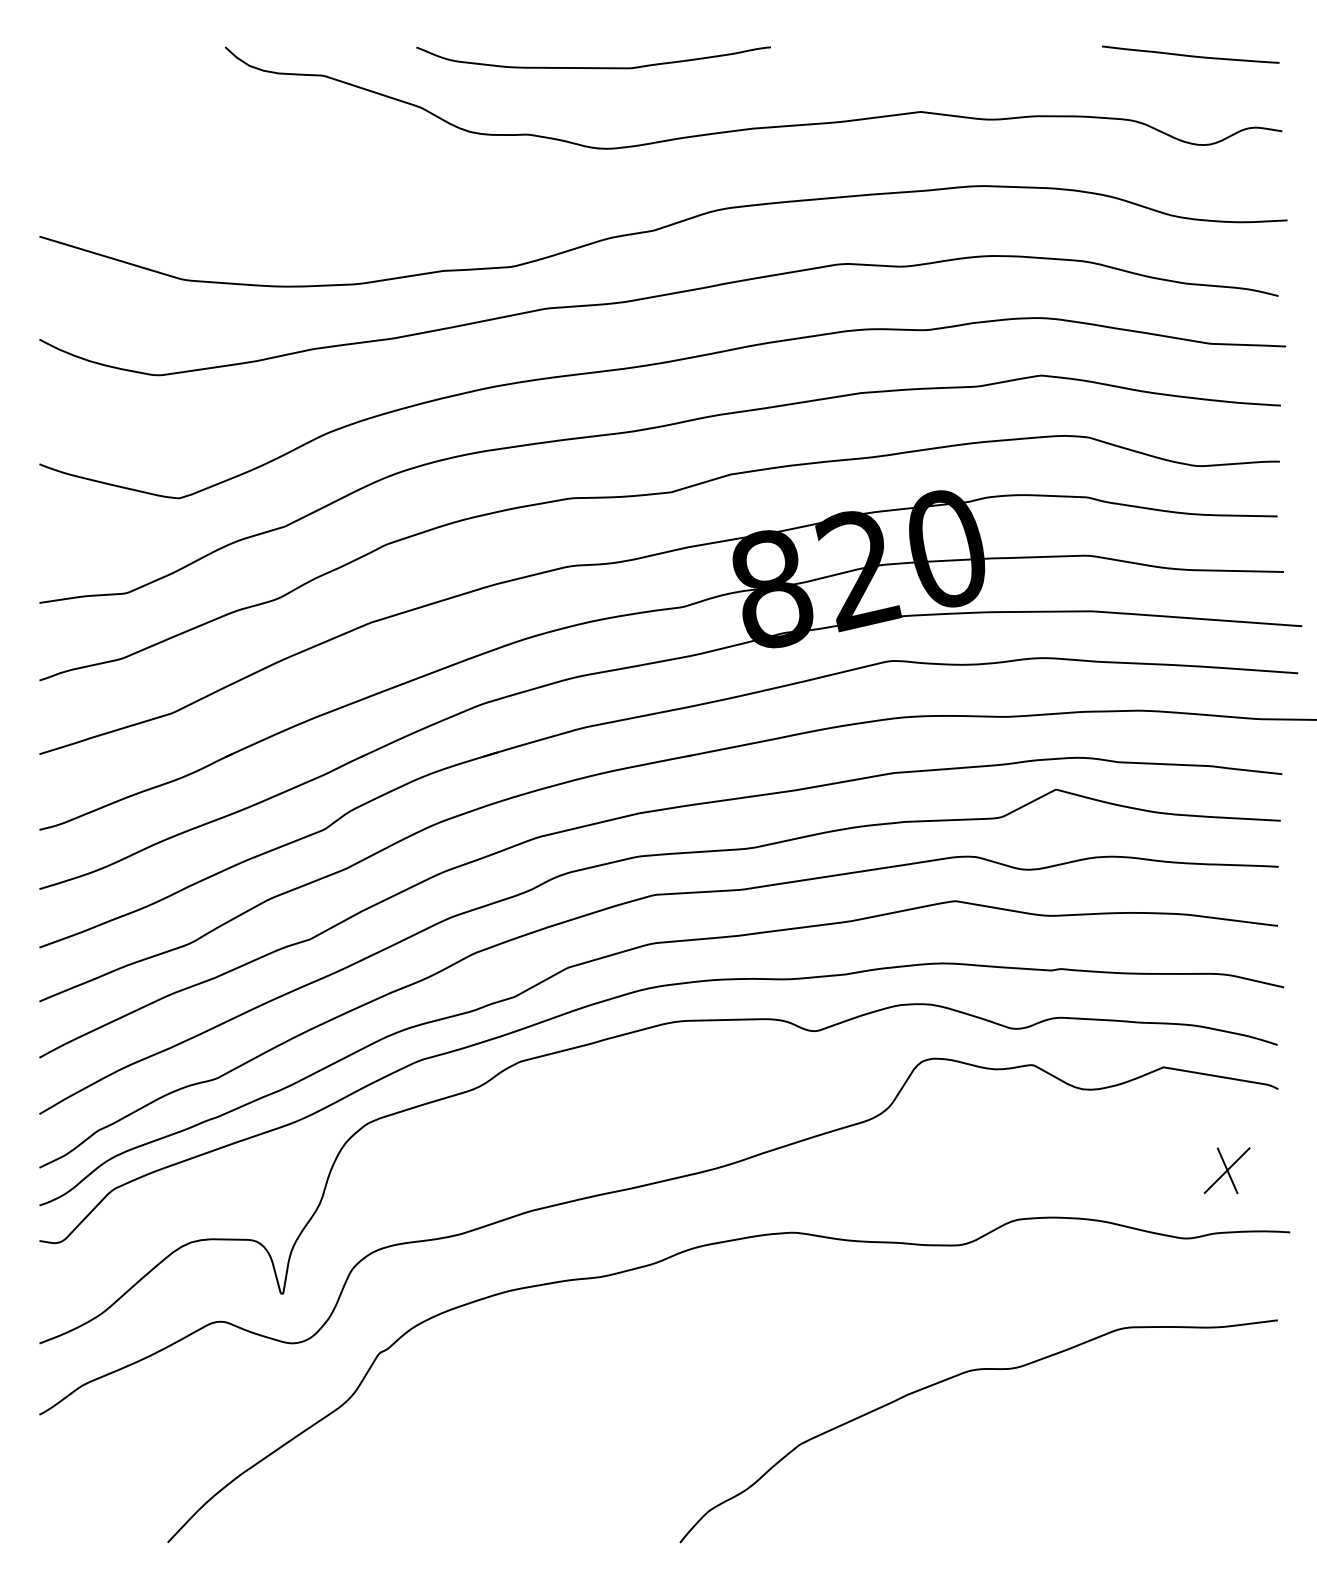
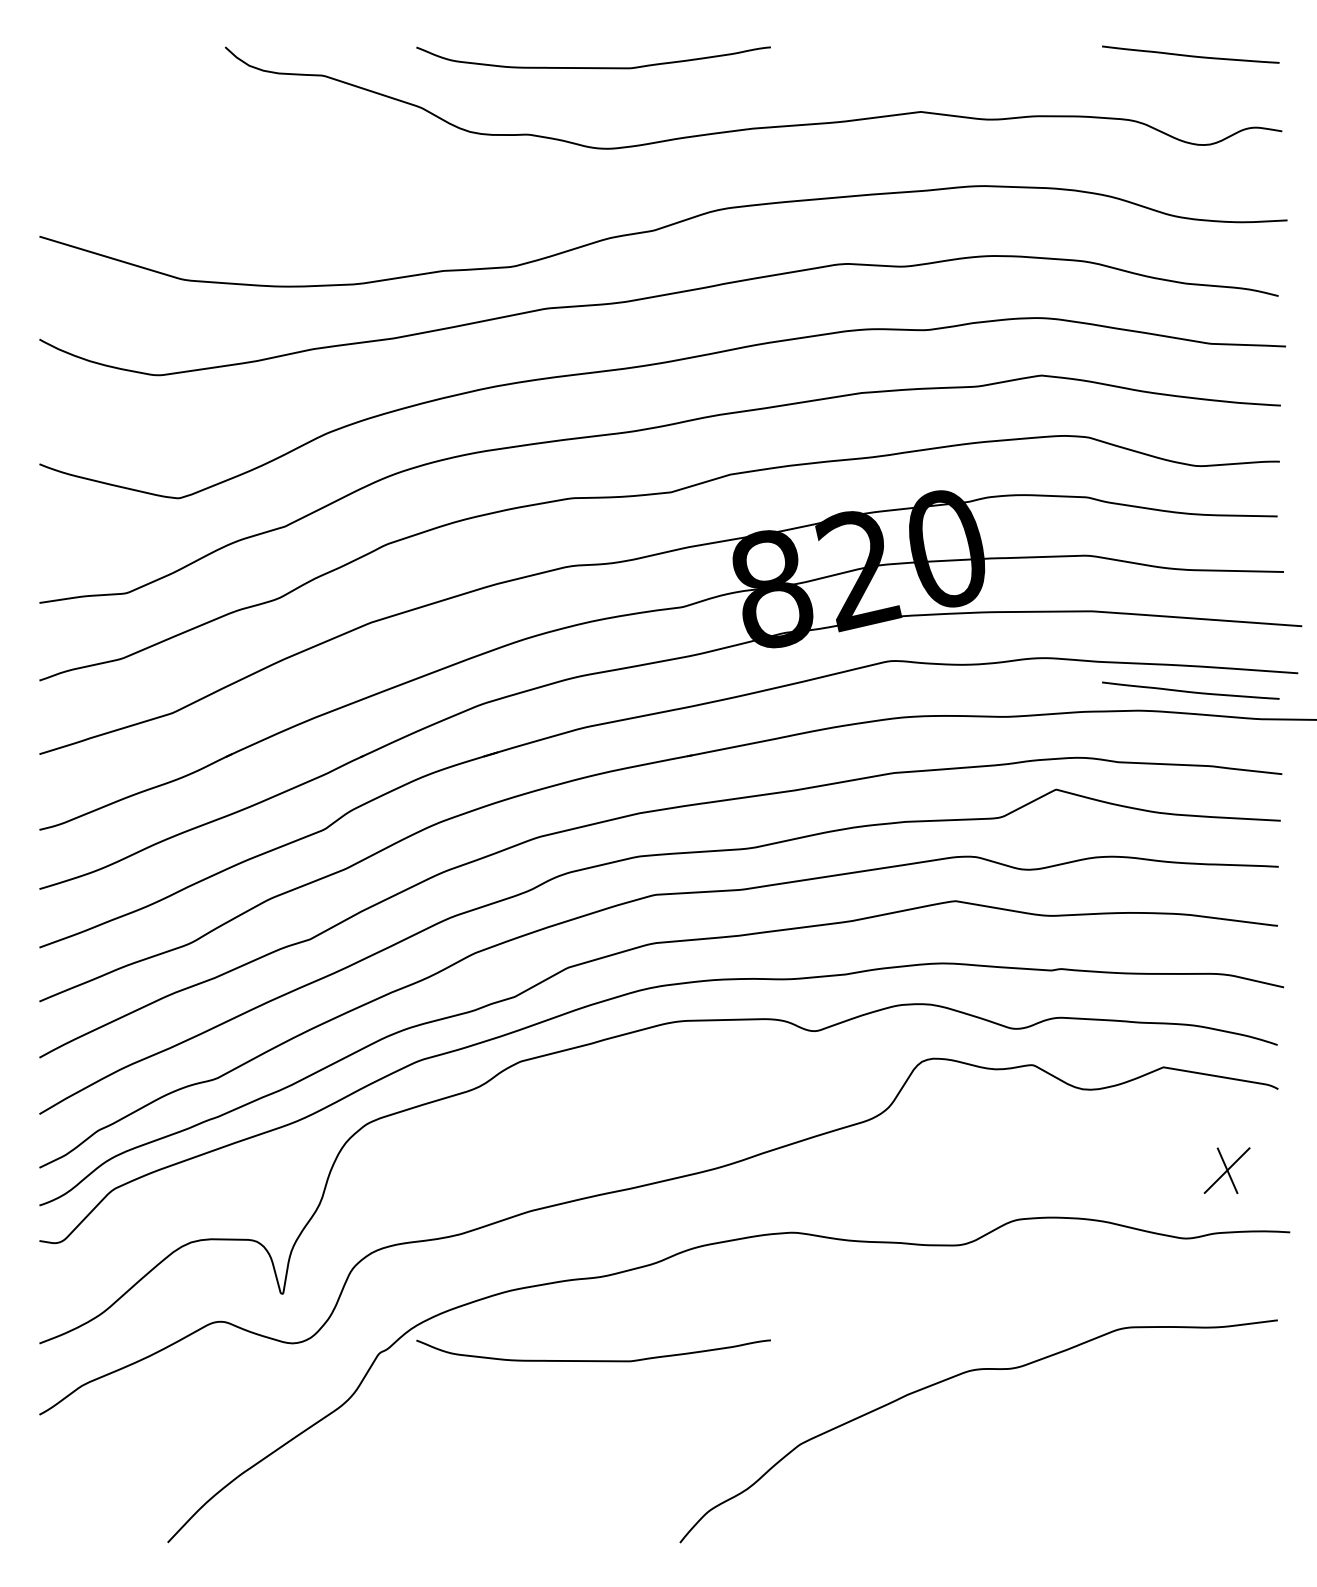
curve at (1190, 691): none -> present
curve at (593, 1360): none -> present
